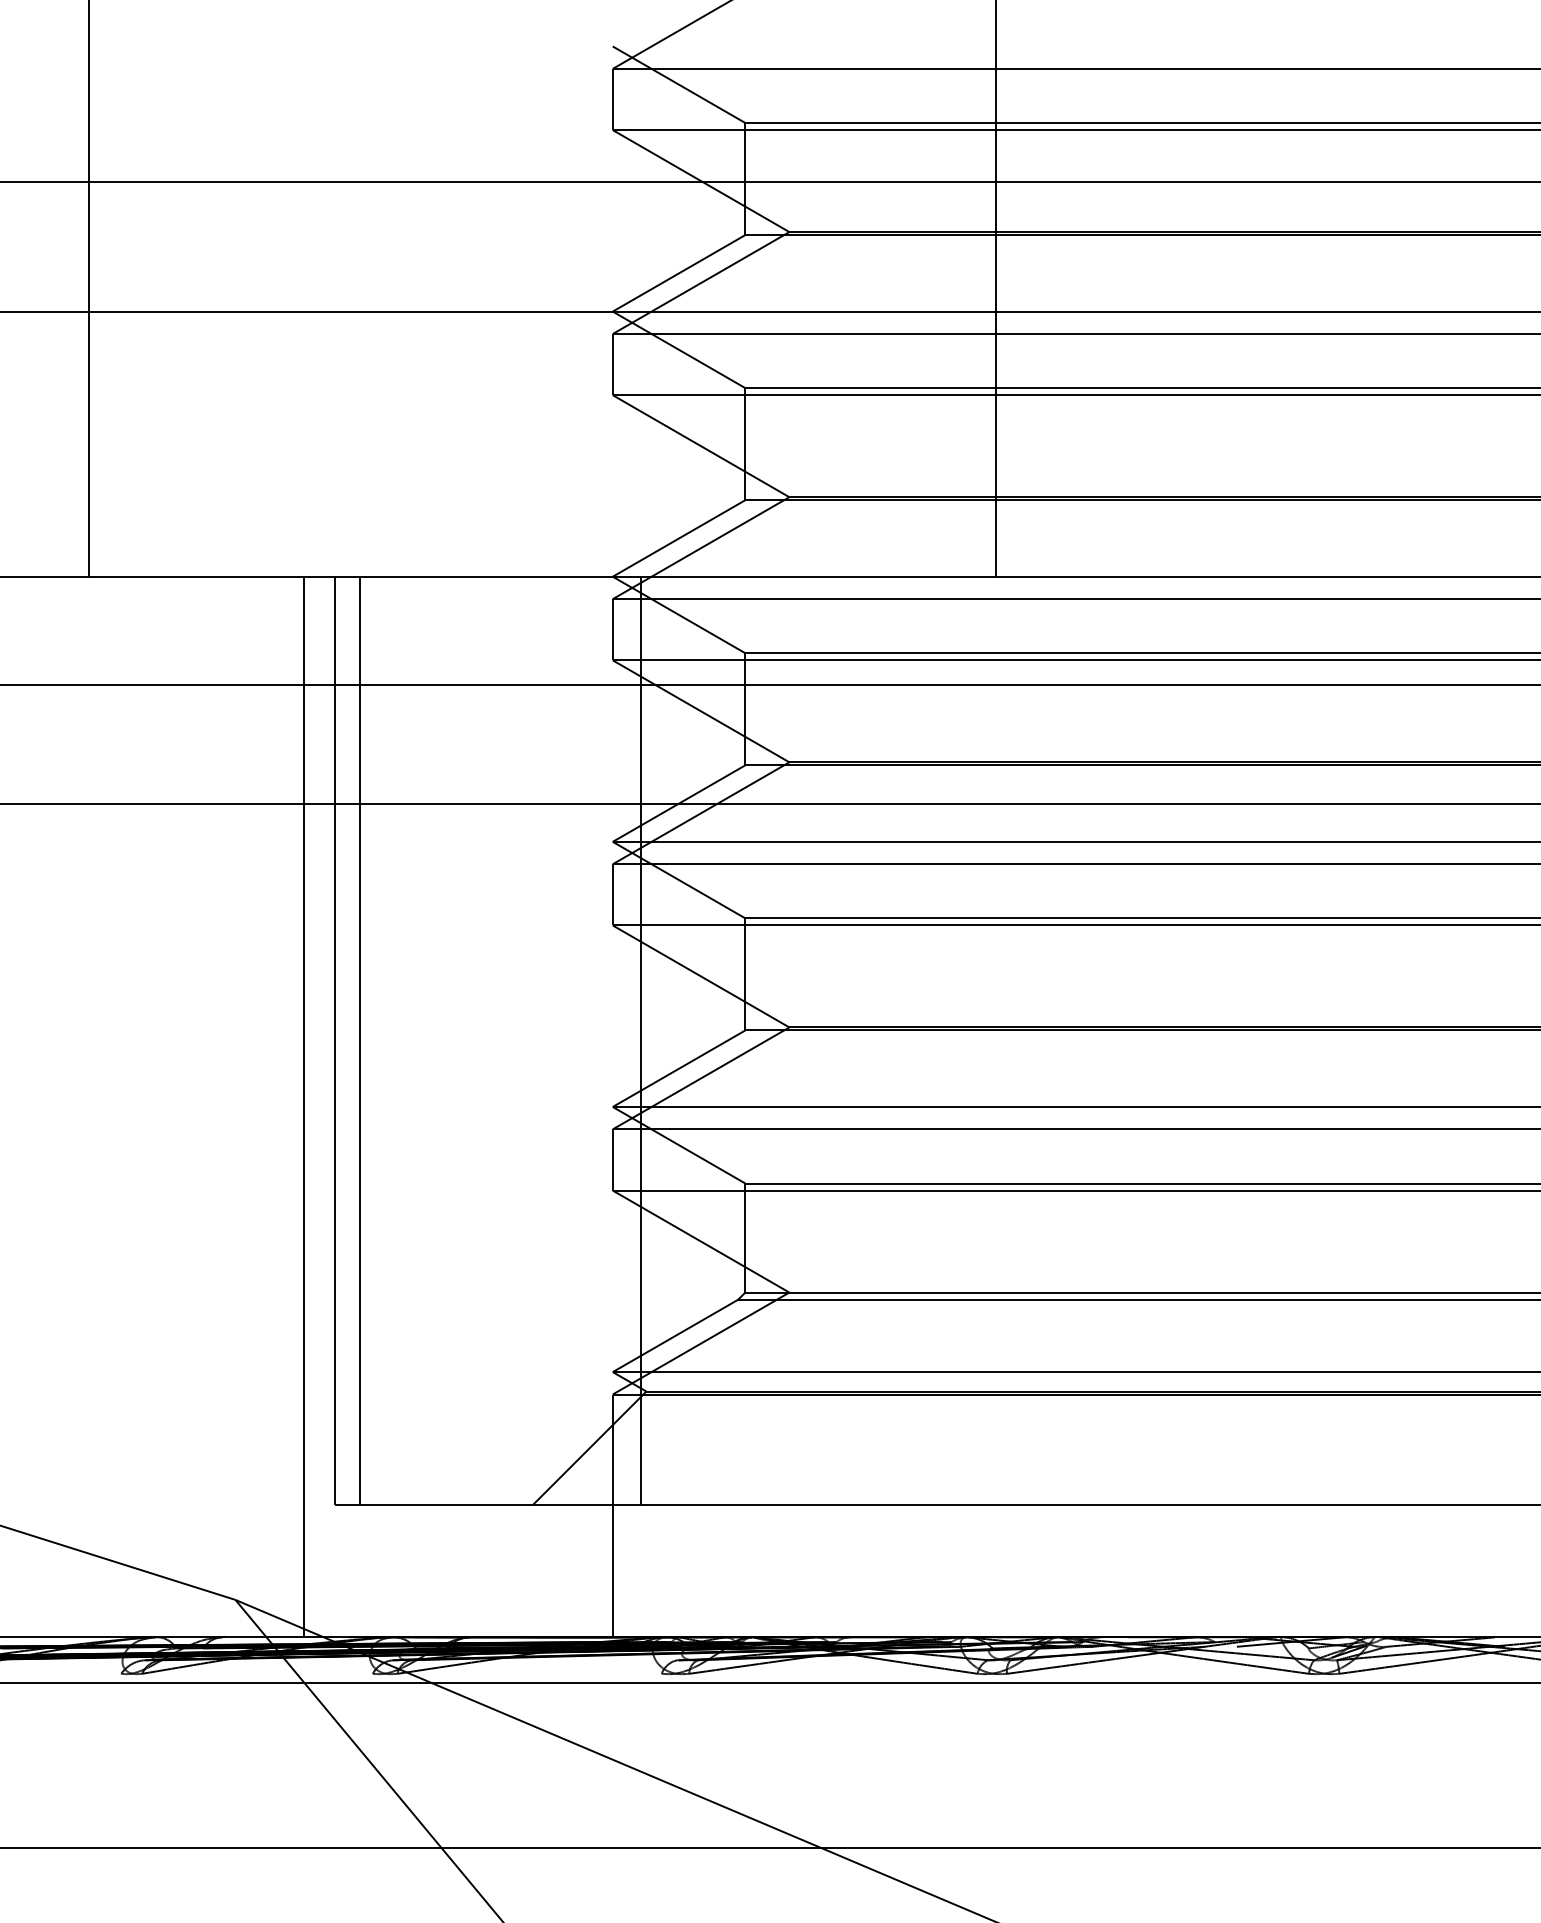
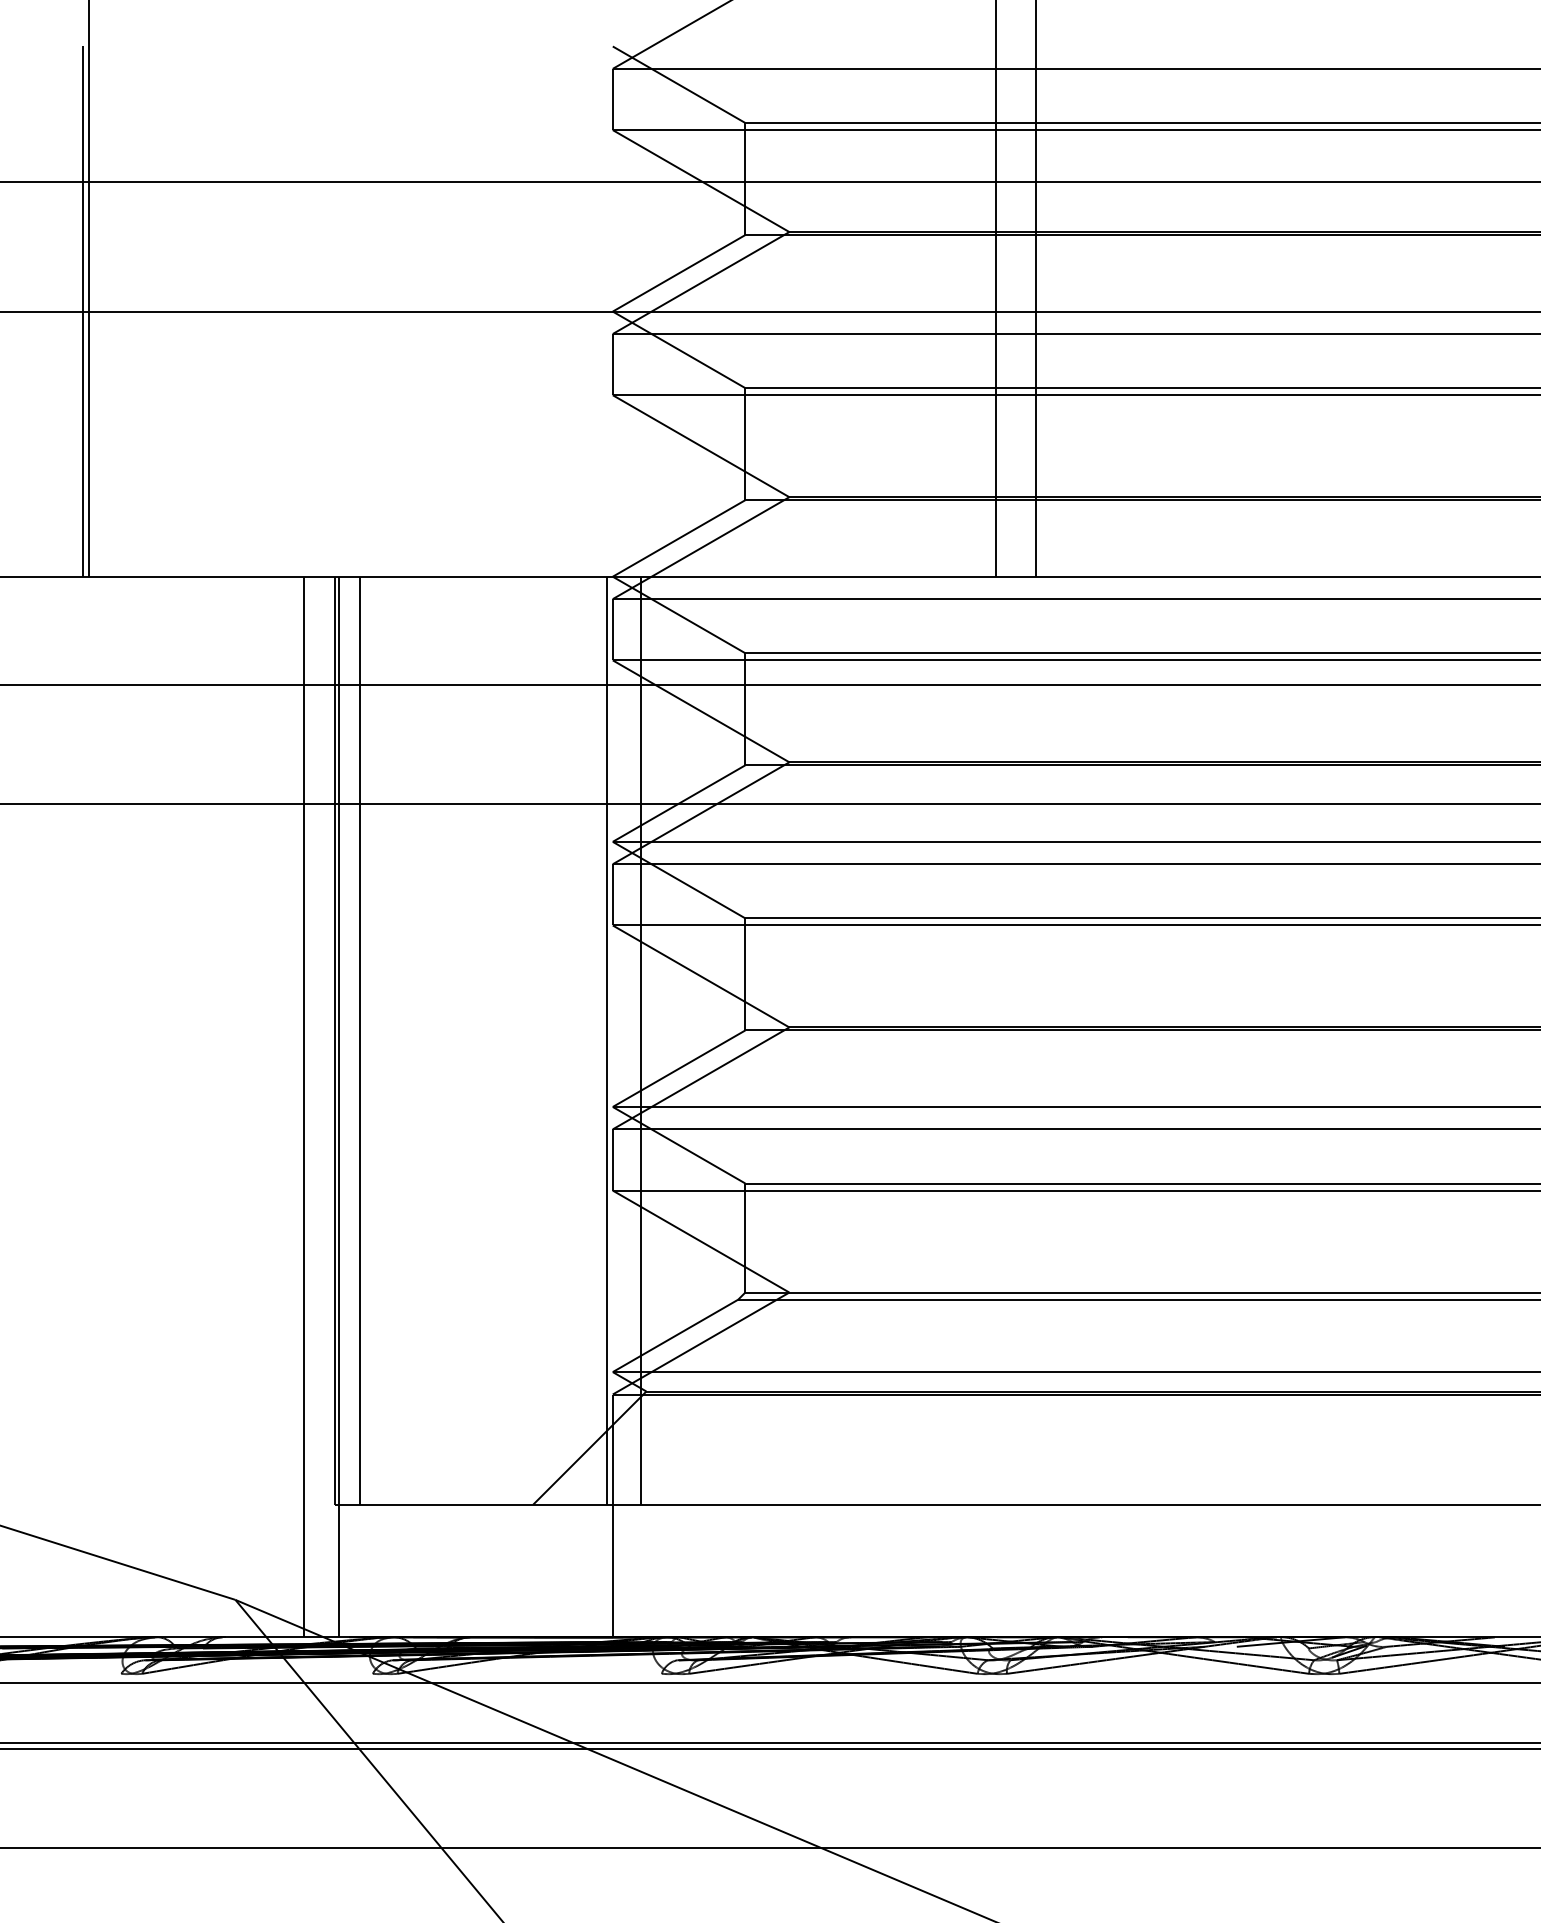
line at (1036, 289): none -> present
line at (82, 311): none -> present
line at (606, 1040): none -> present
line at (338, 1106): none -> present
line at (769, 1743): none -> present
line at (769, 1748): none -> present
